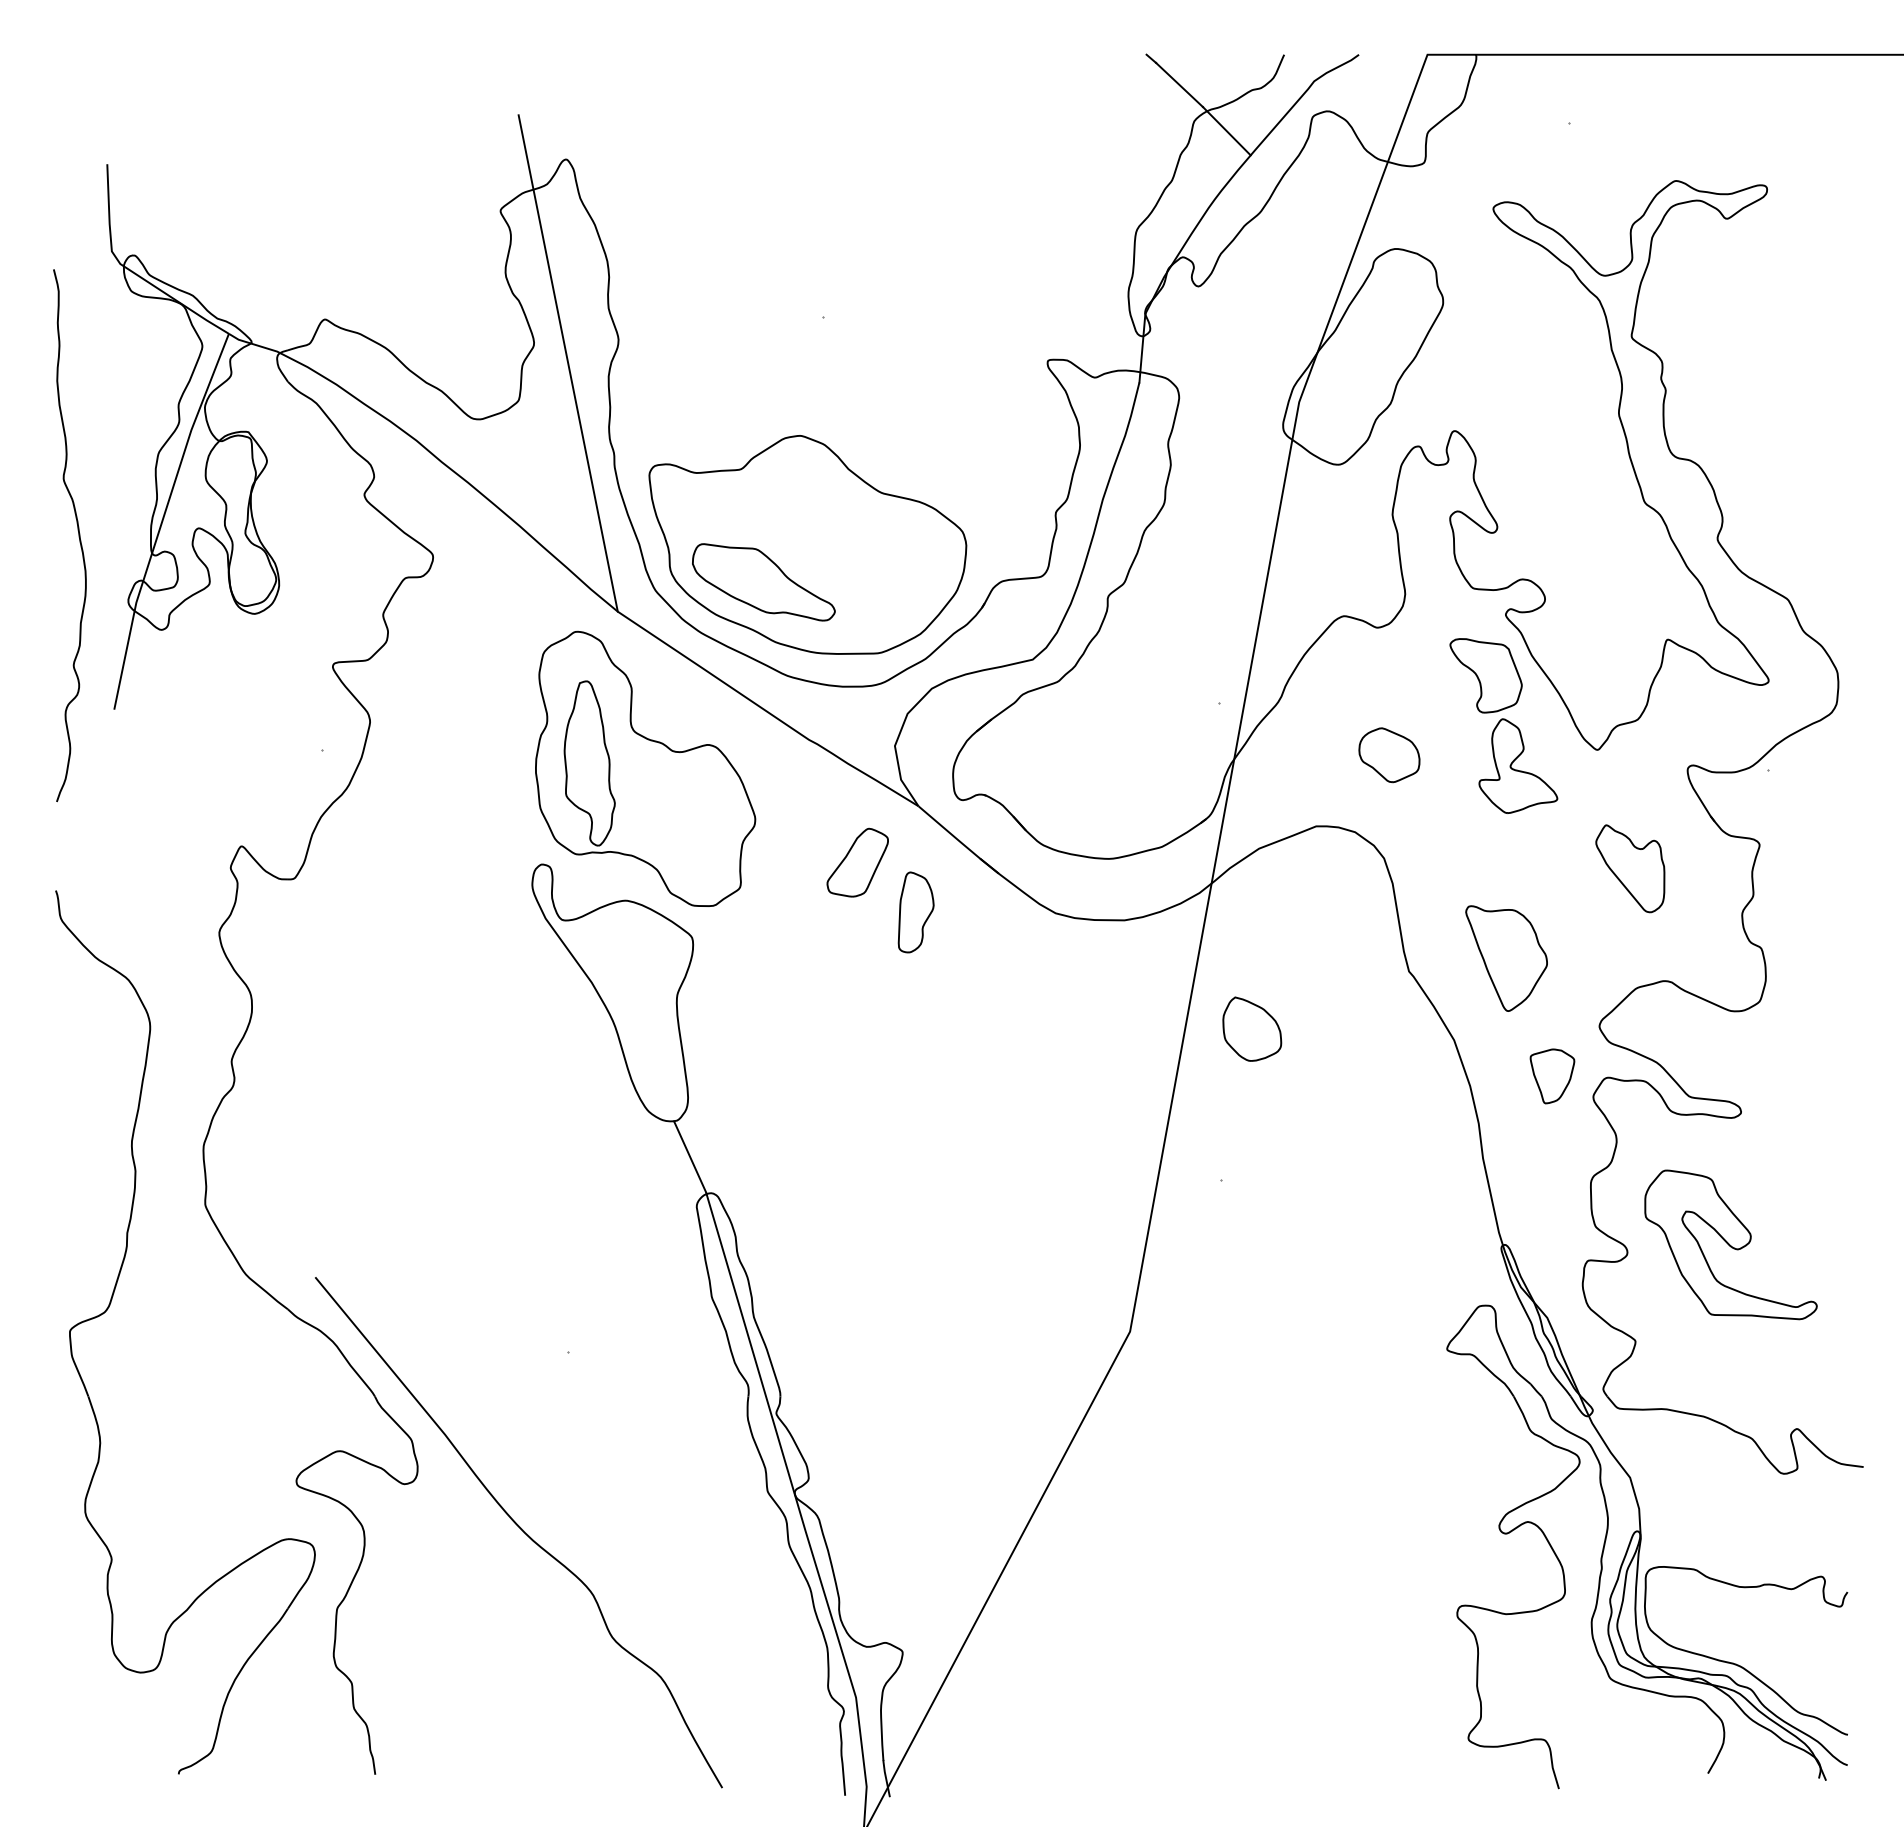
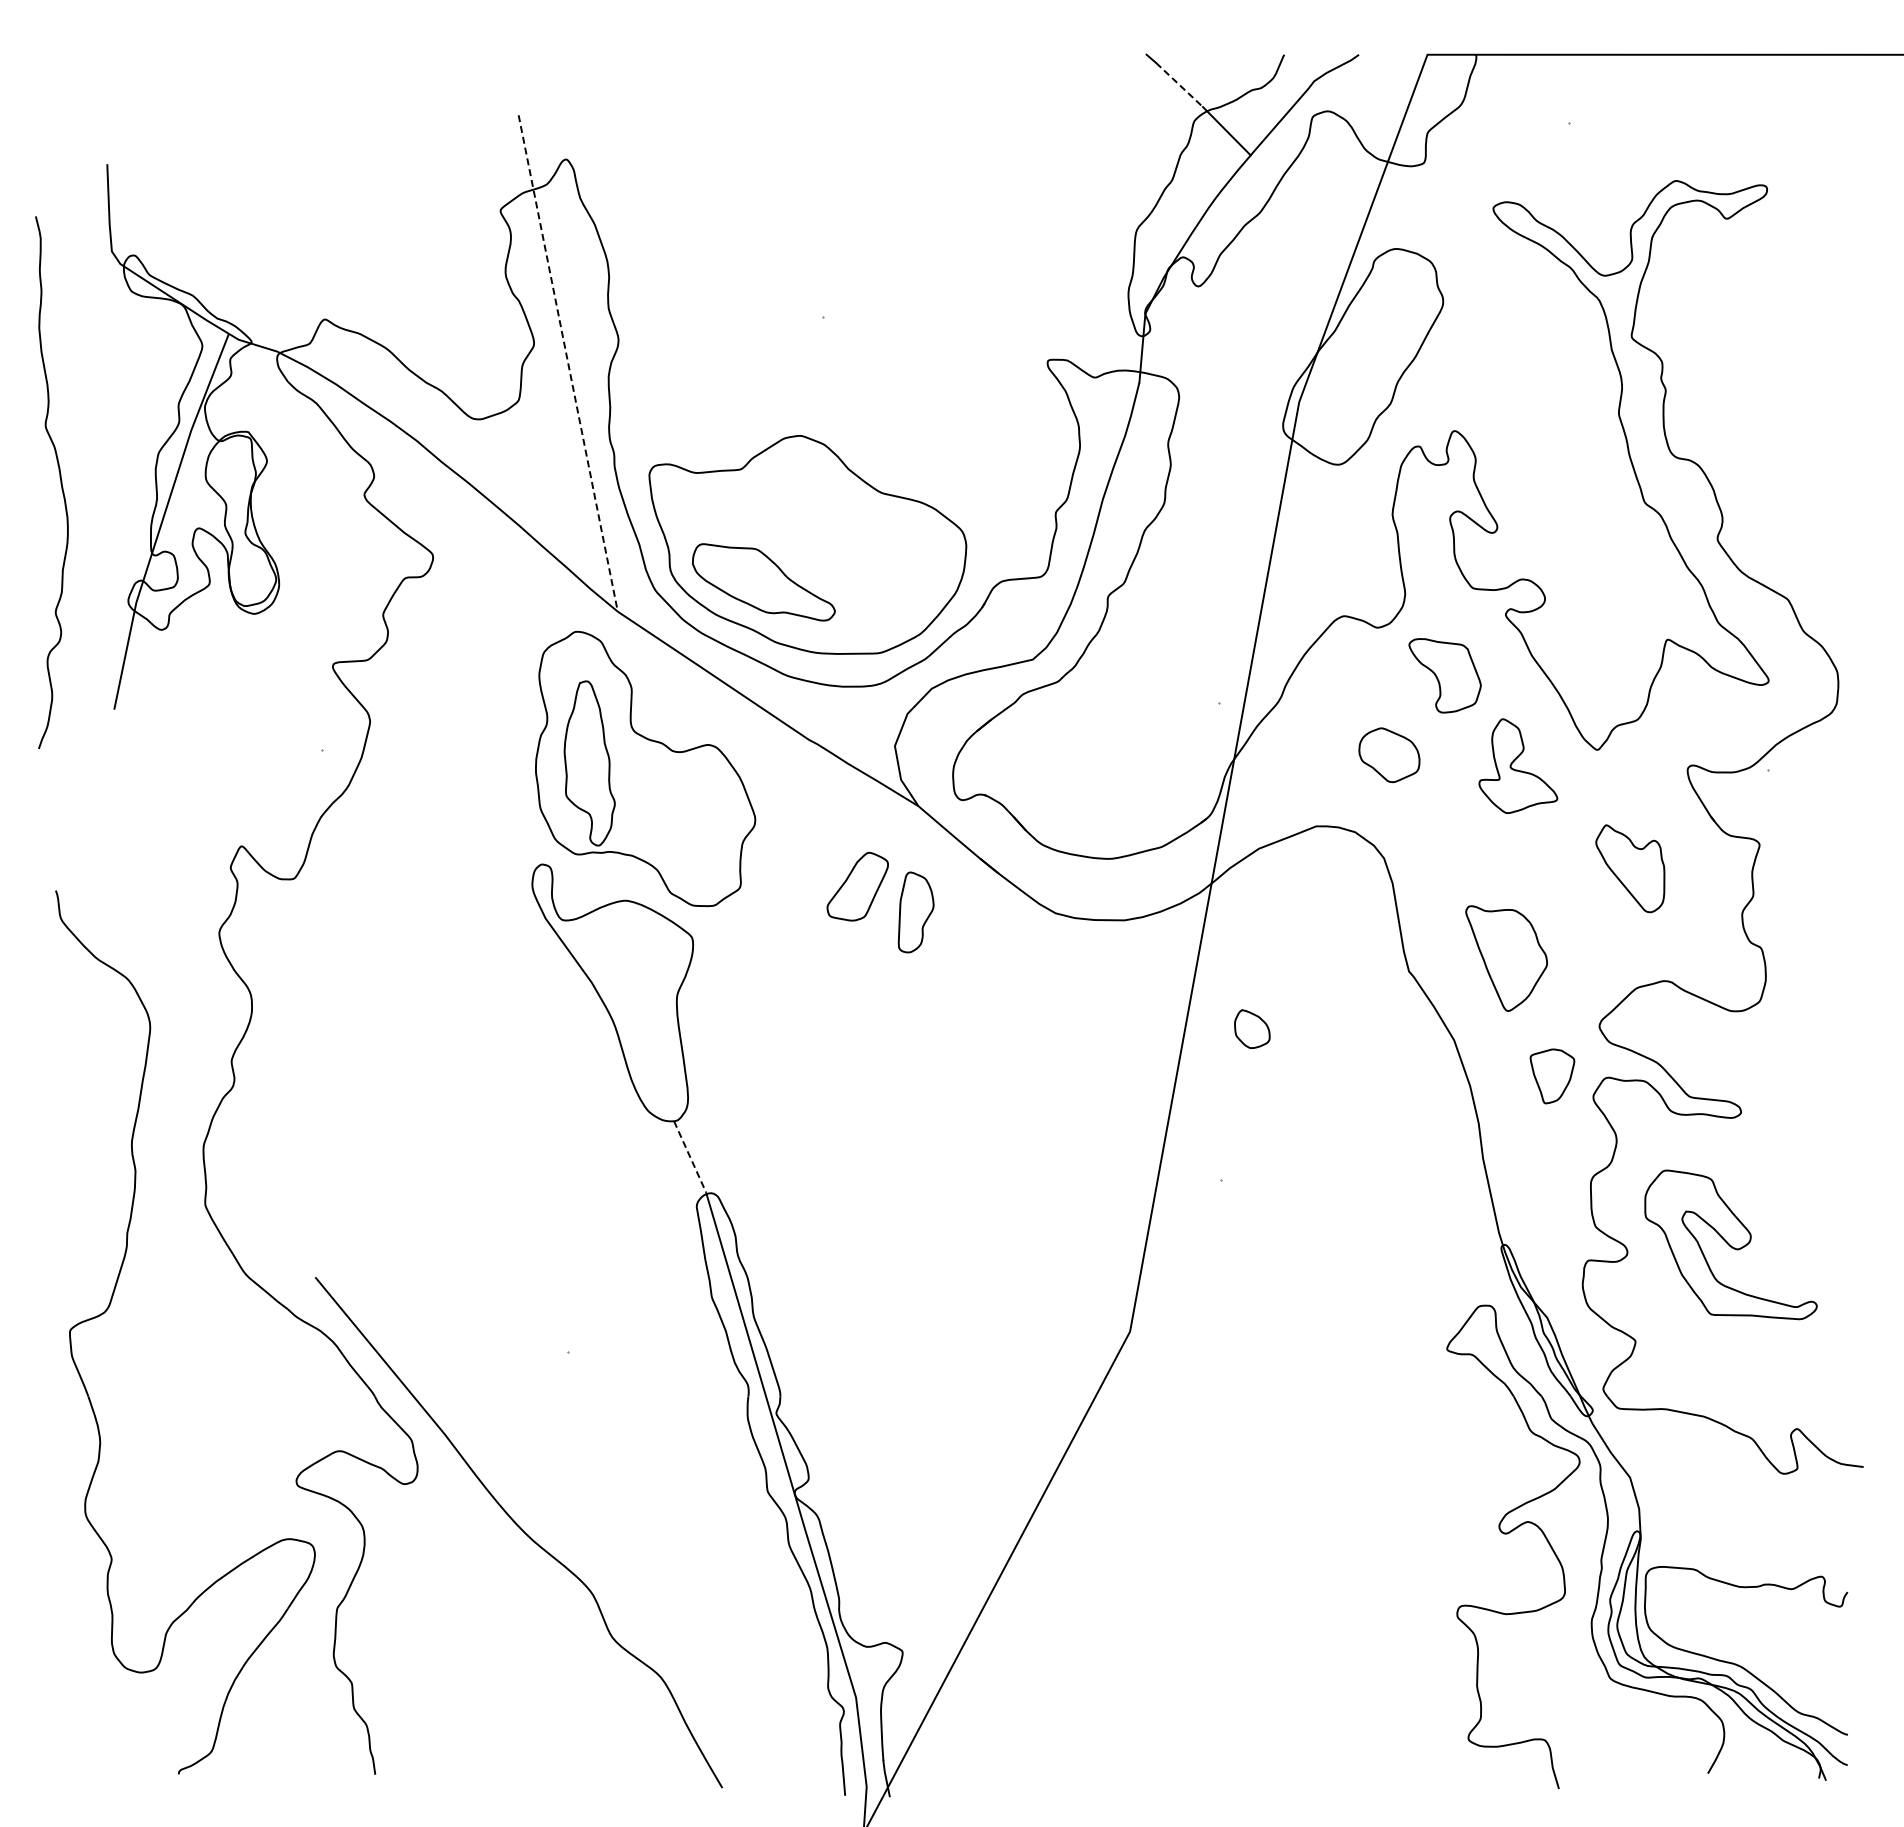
line at (1179, 85): solid -> dashed
line at (568, 363): solid -> dashed
curve at (78, 535) position: (78, 535) -> (60, 482)
part at (1485, 675) position: (1485, 675) -> (1444, 675)
part at (857, 862) position: (857, 862) -> (857, 886)
part at (1252, 1028) size: 61x66 px -> 37x40 px
line at (690, 1156): solid -> dashed
